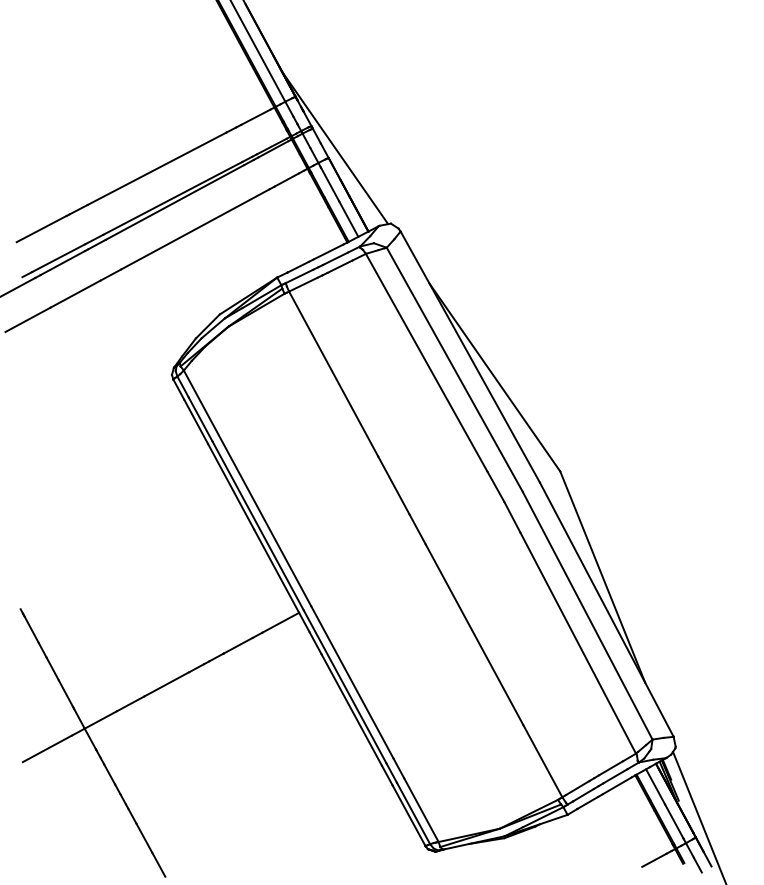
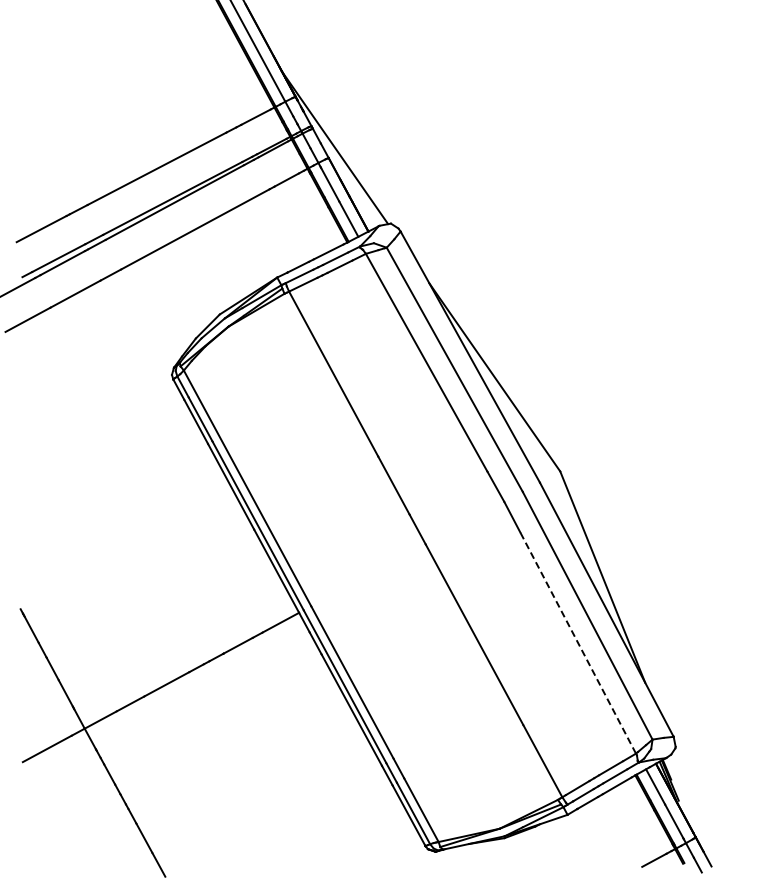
line at (578, 643): solid -> dashed
line at (699, 816): present -> none
